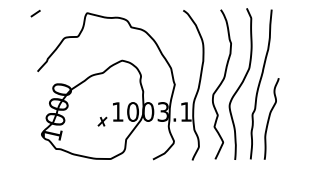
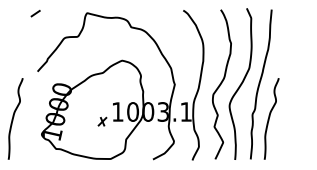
curve at (14, 117): none -> present
